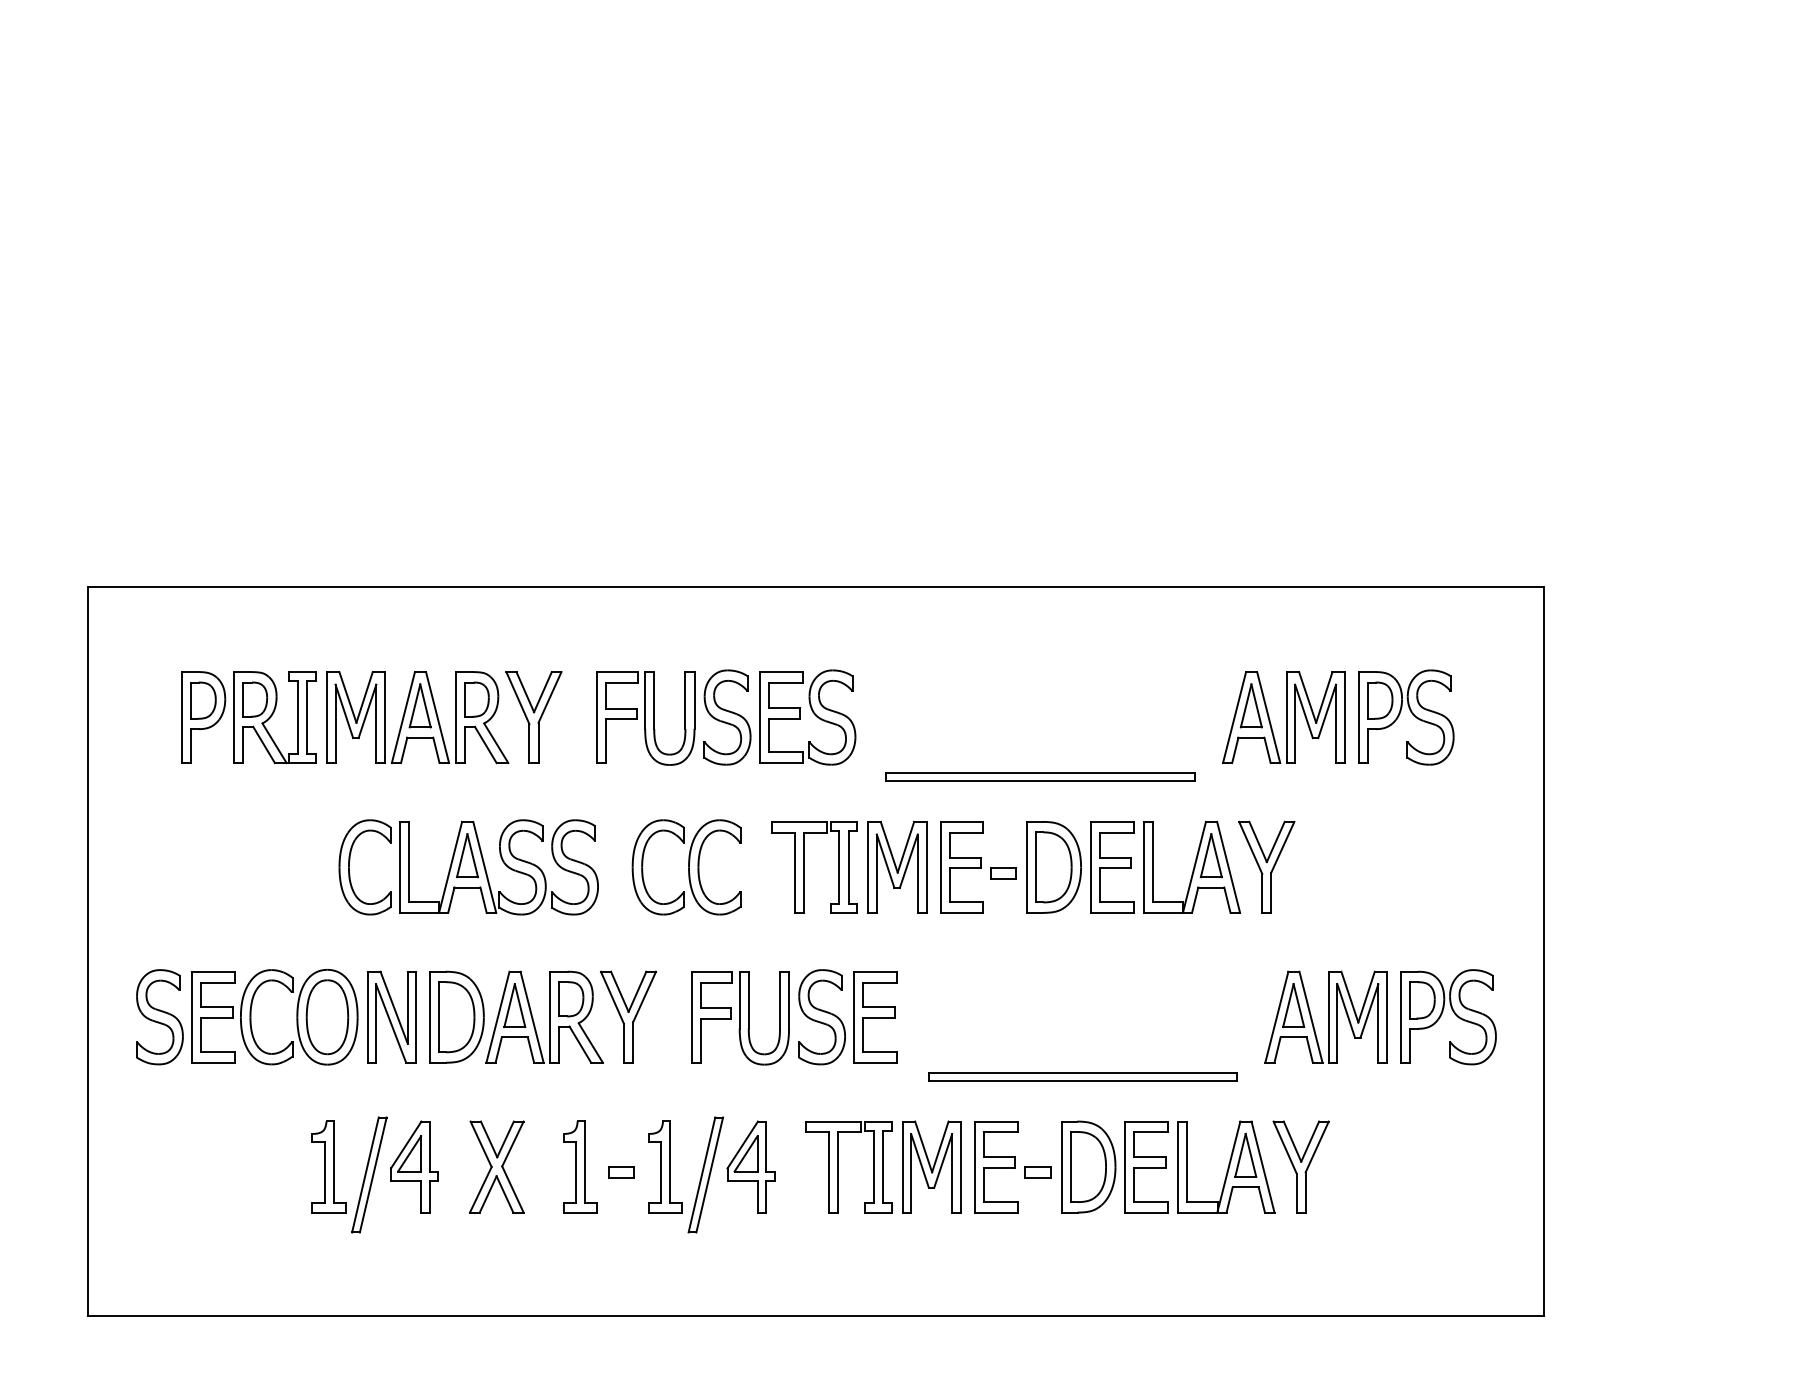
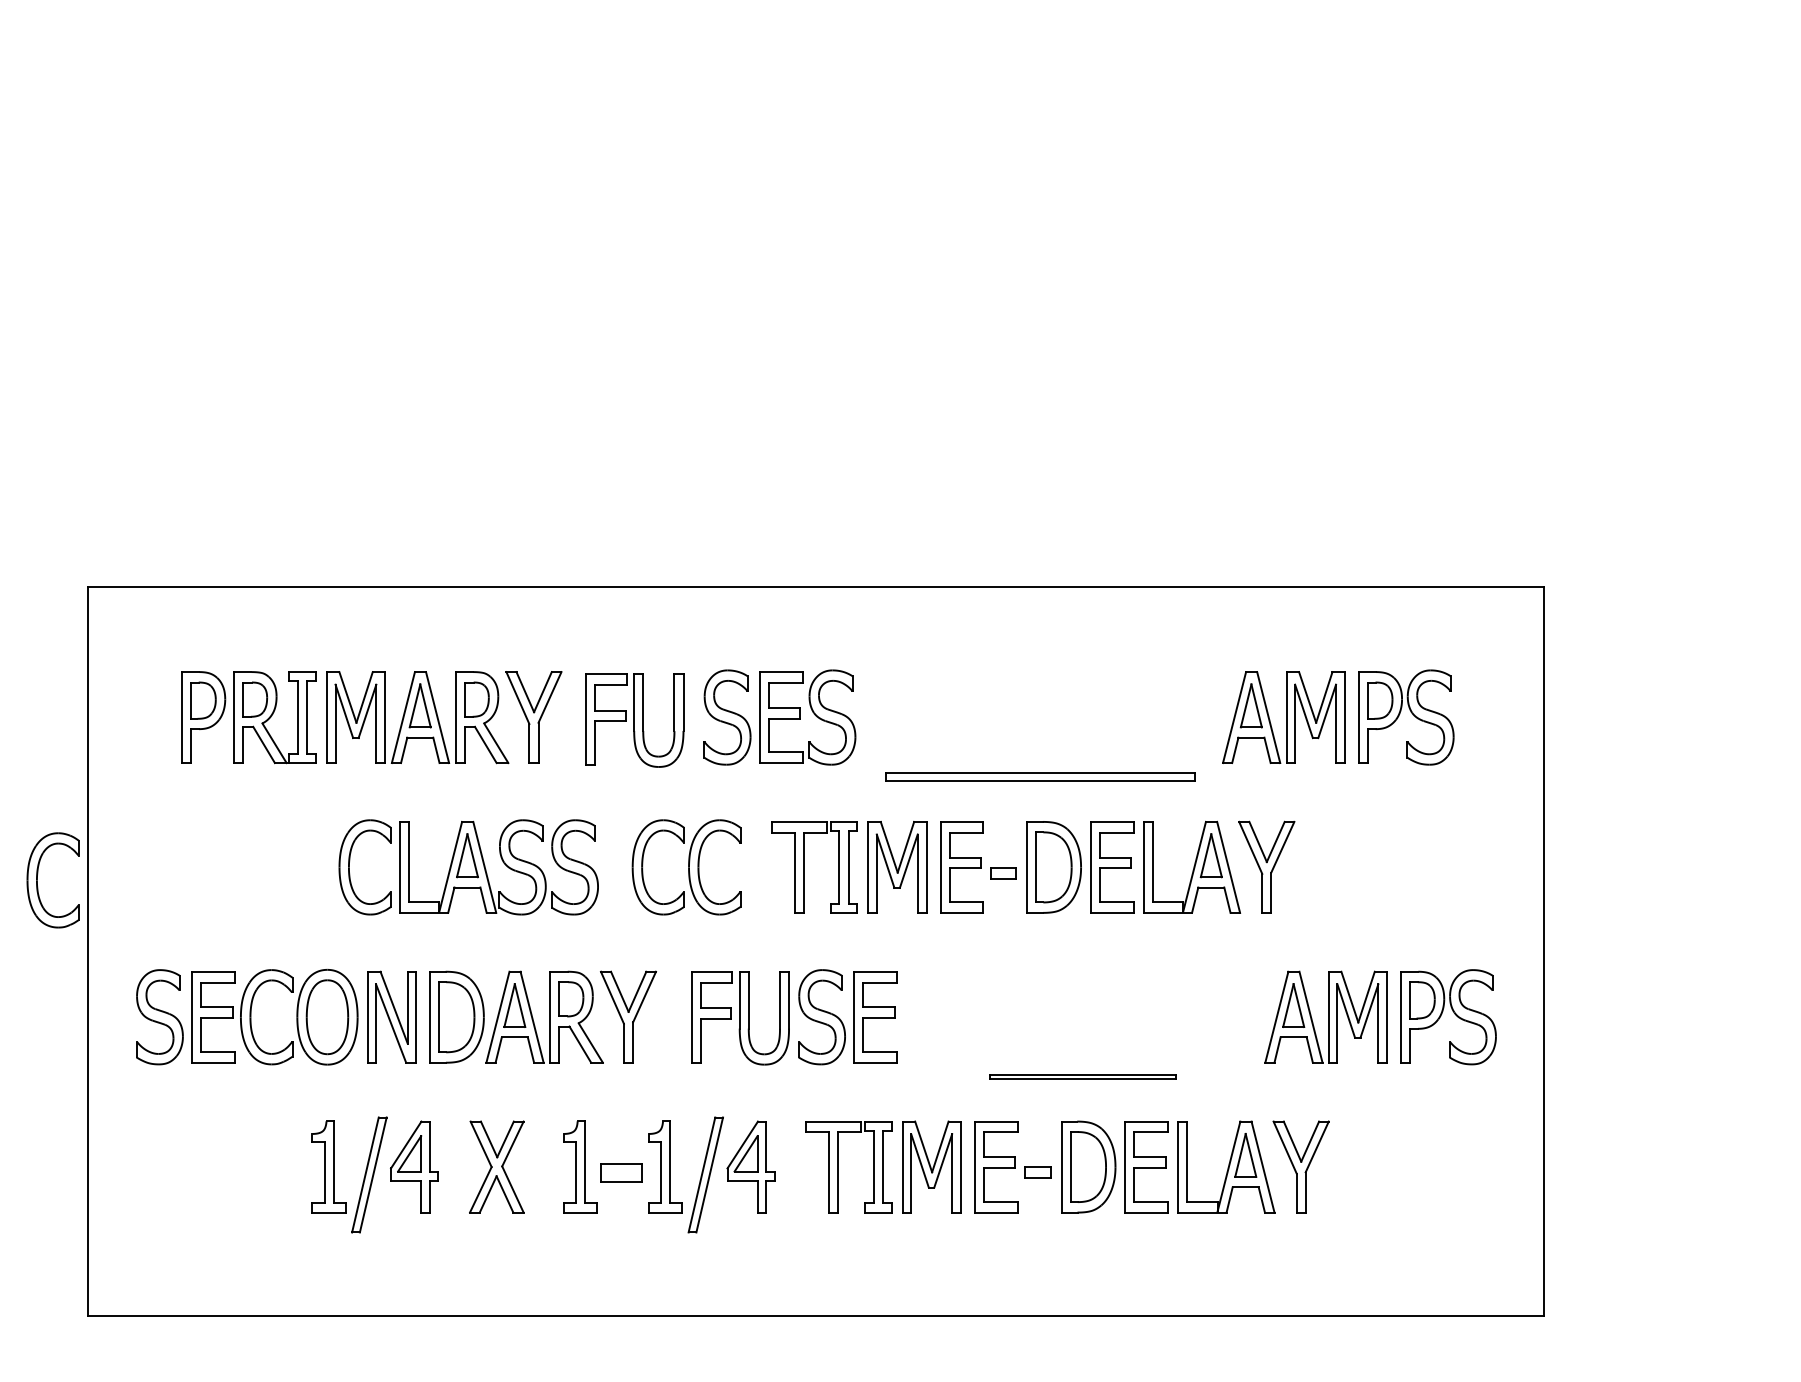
part at (645, 718) position: (645, 718) -> (634, 720)
part at (37, 880): none -> present
part at (1082, 1076) size: 310x10 px -> 188x6 px
part at (621, 1172) size: 27x13 px -> 43x20 px
